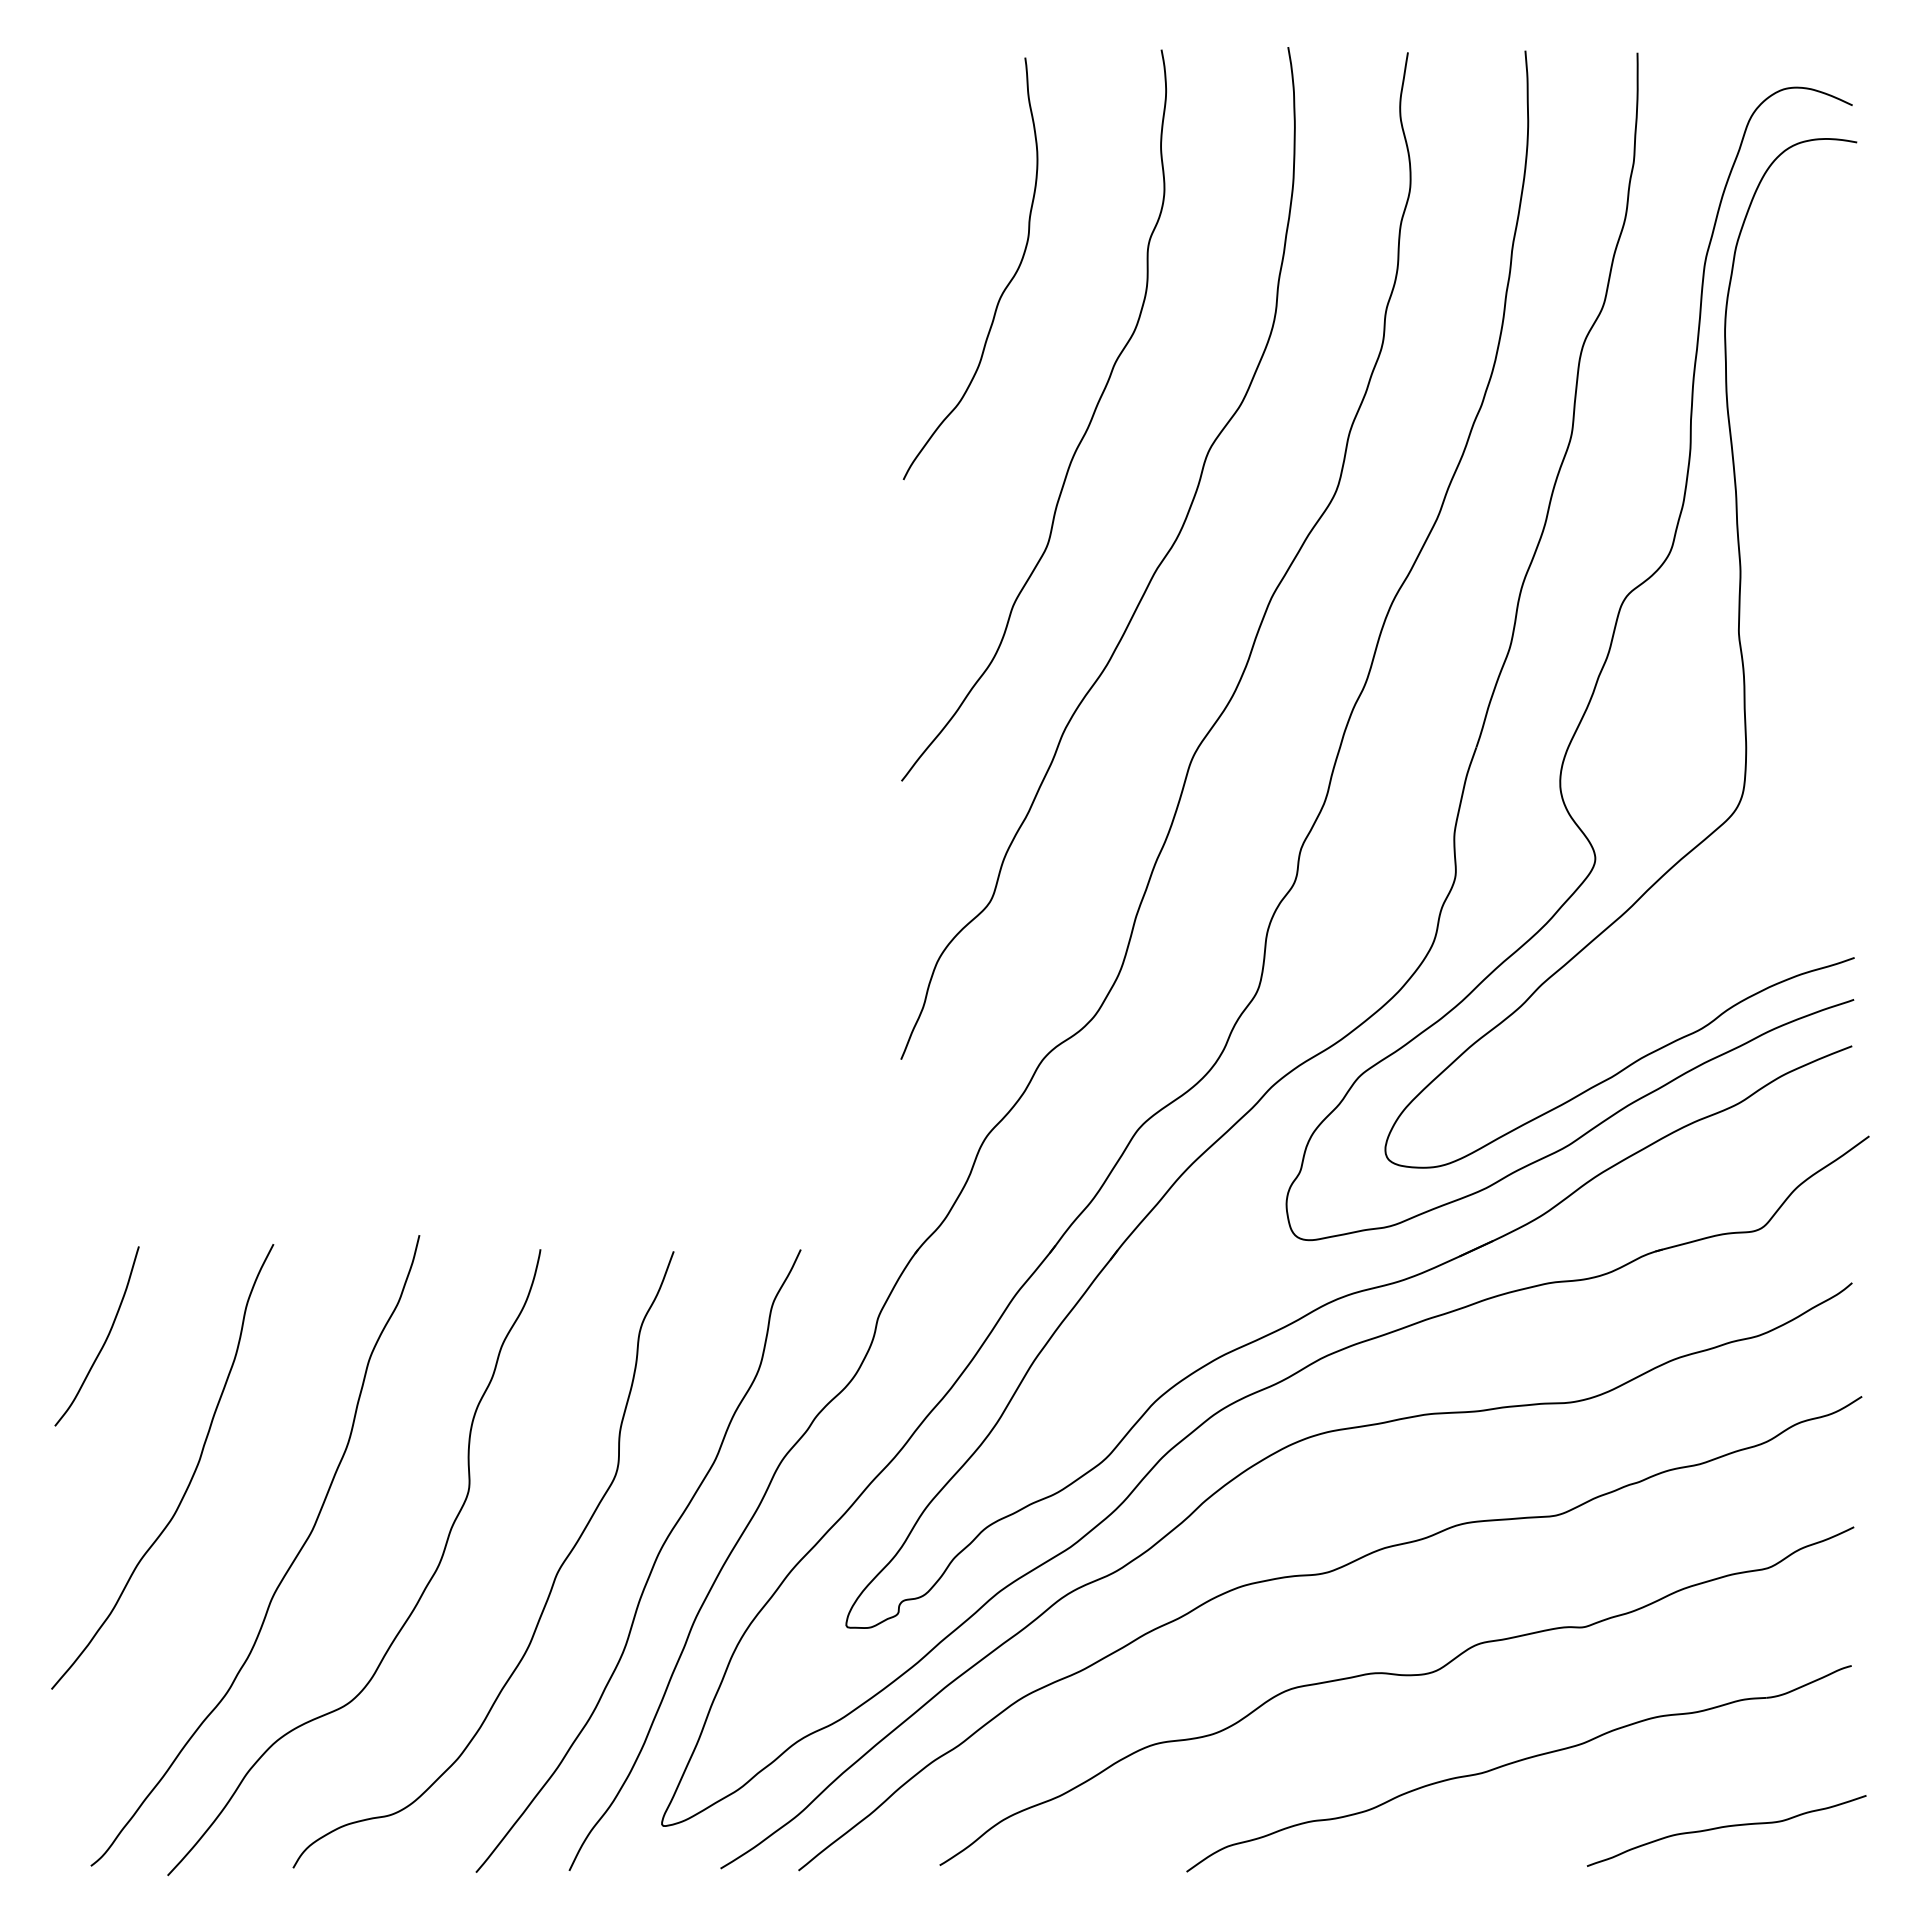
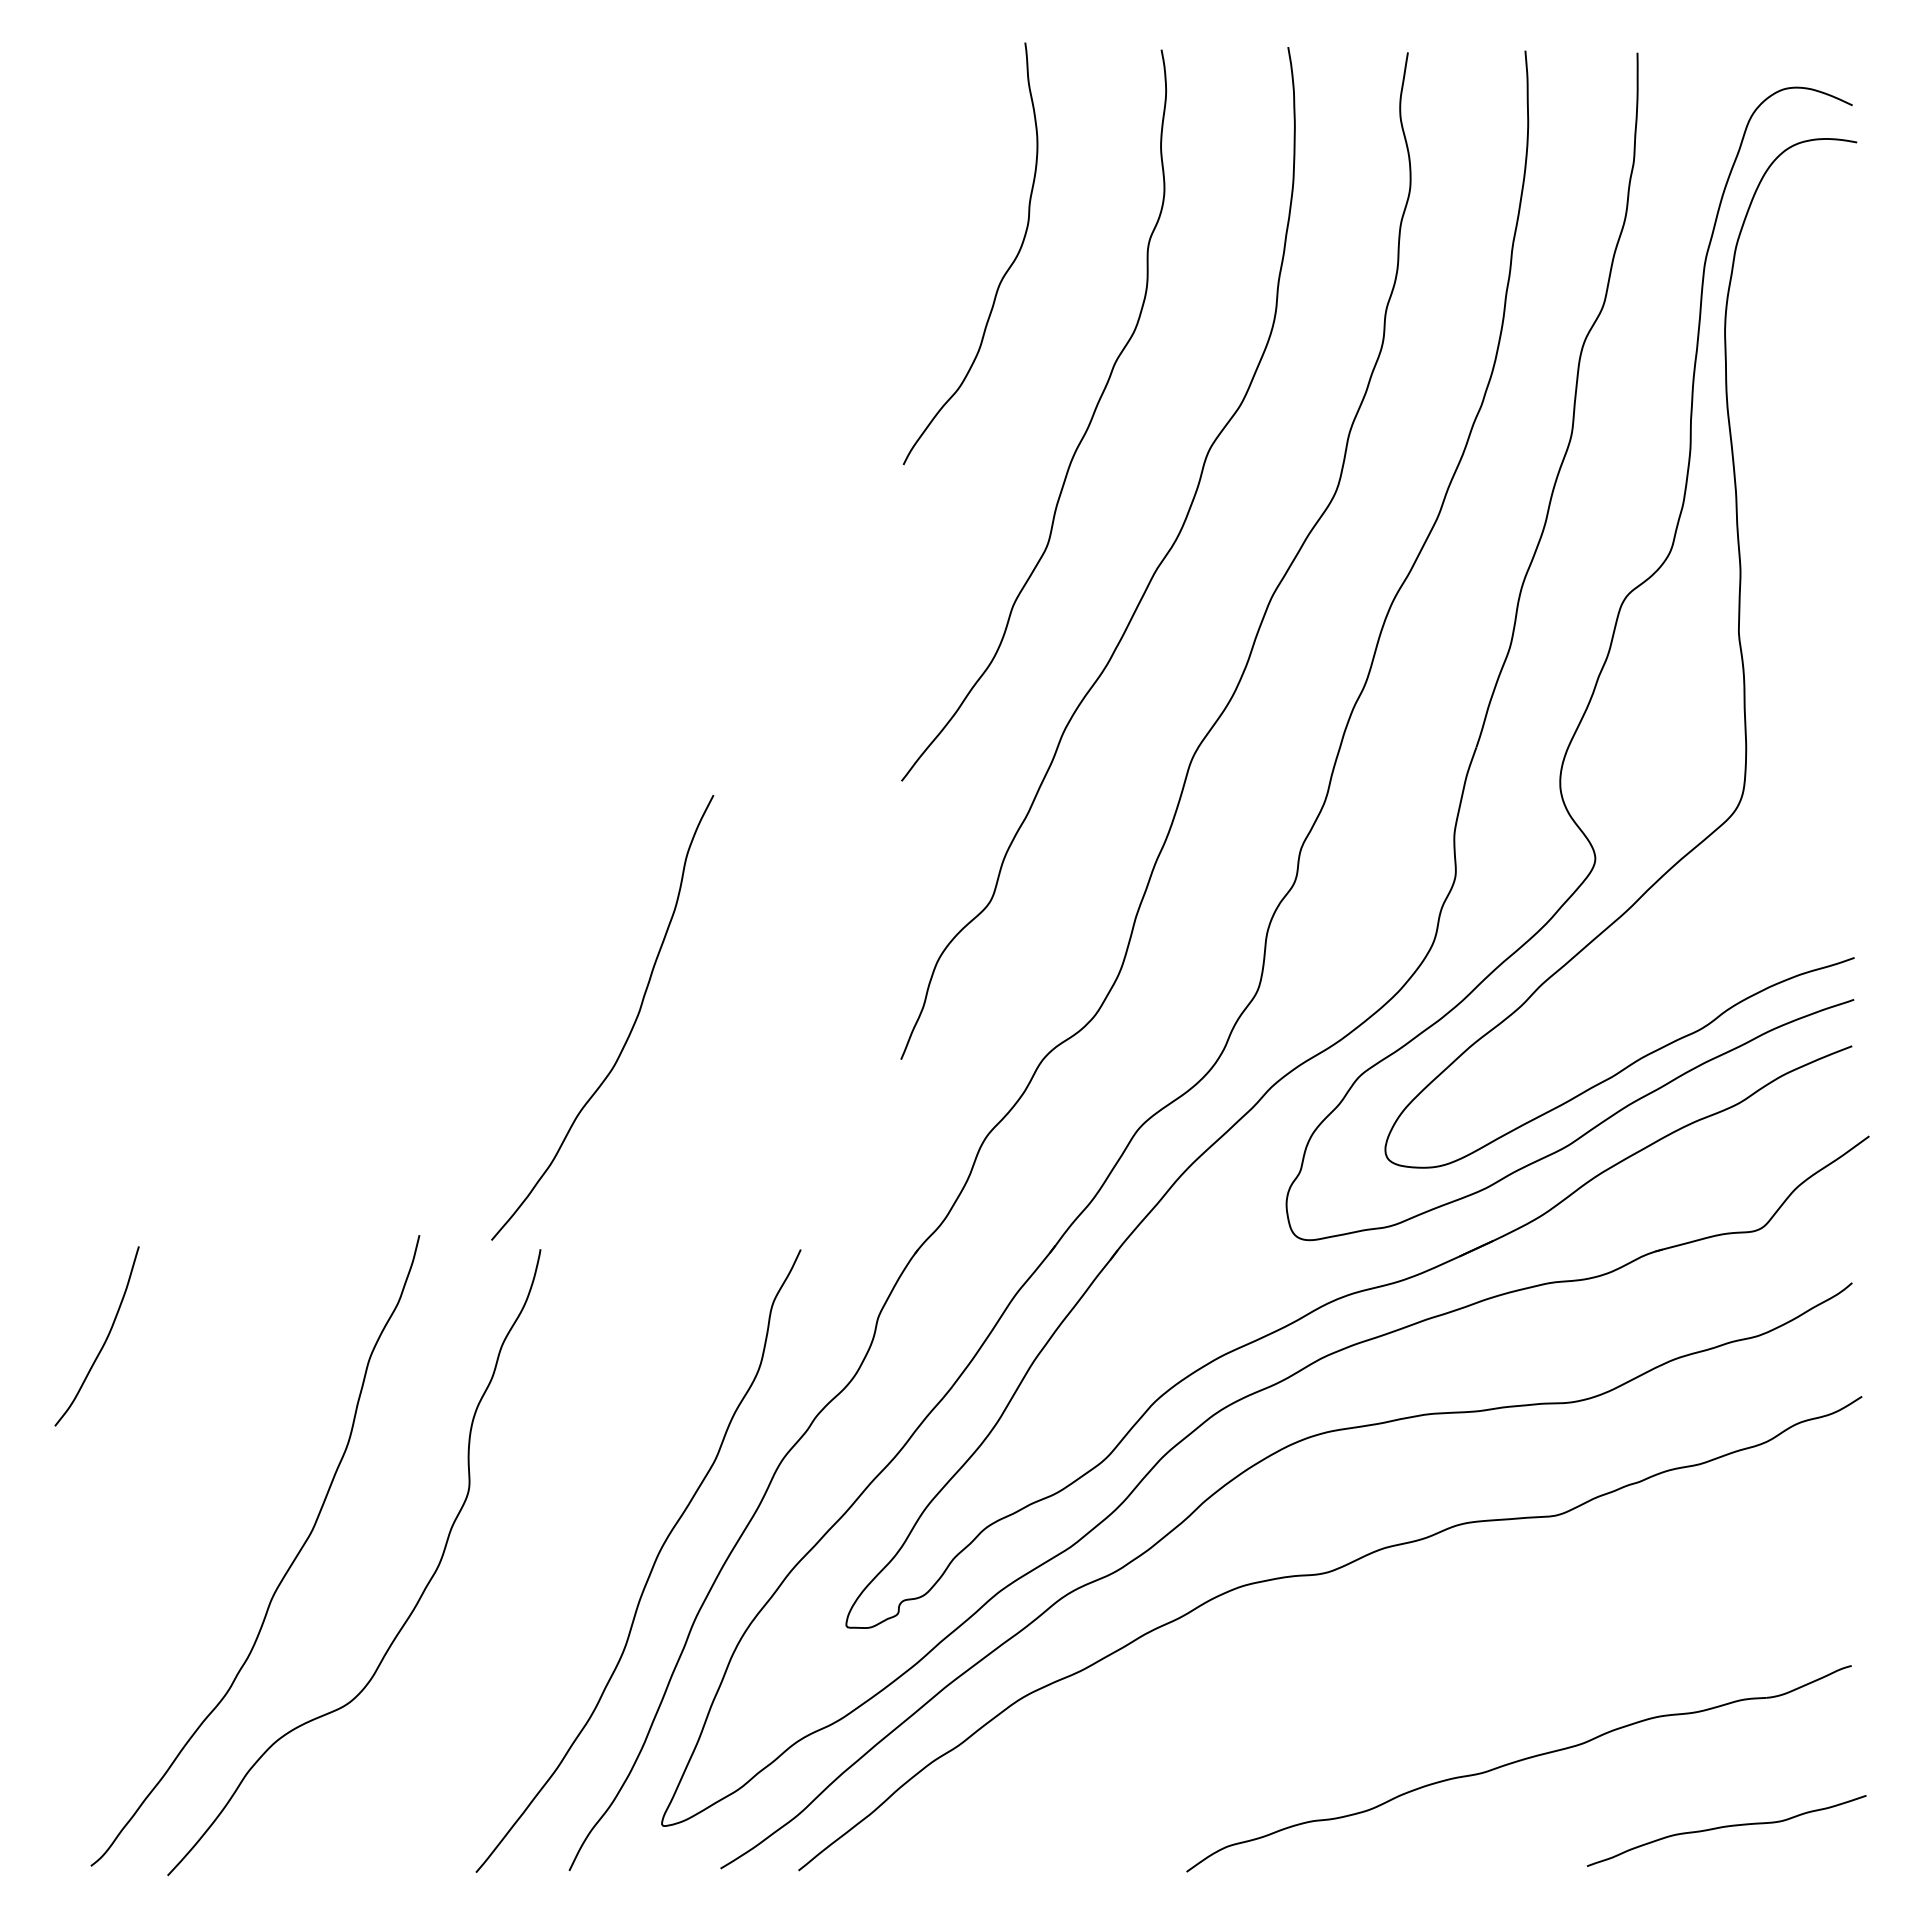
curve at (1002, 291) position: (1002, 291) -> (1002, 276)
curve at (191, 1476) position: (191, 1476) -> (631, 1027)
curve at (552, 1582): present -> none
curve at (1402, 1676): present -> none
